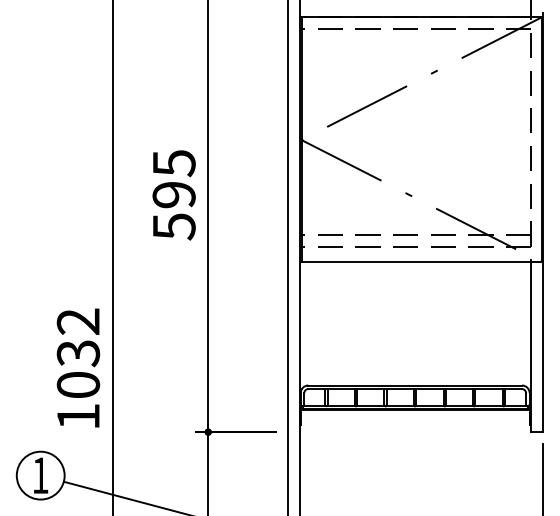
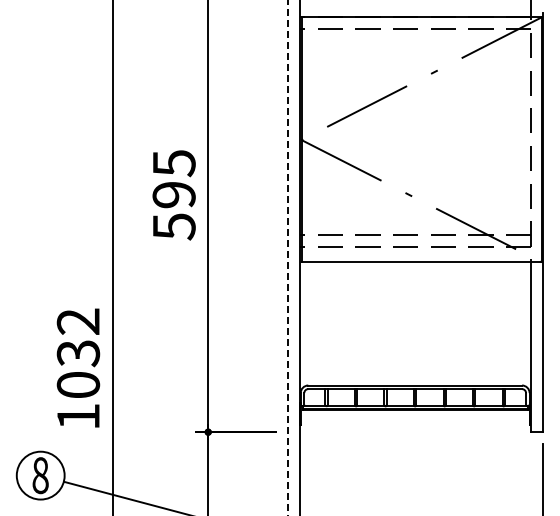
line at (287, 258): solid -> dashed
text at (40, 475): 1 -> 8
